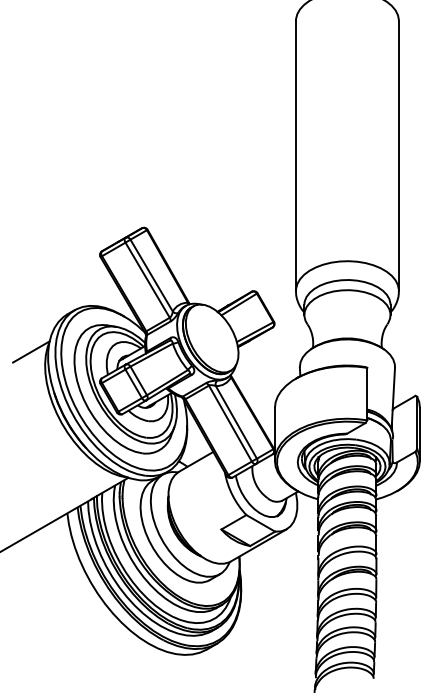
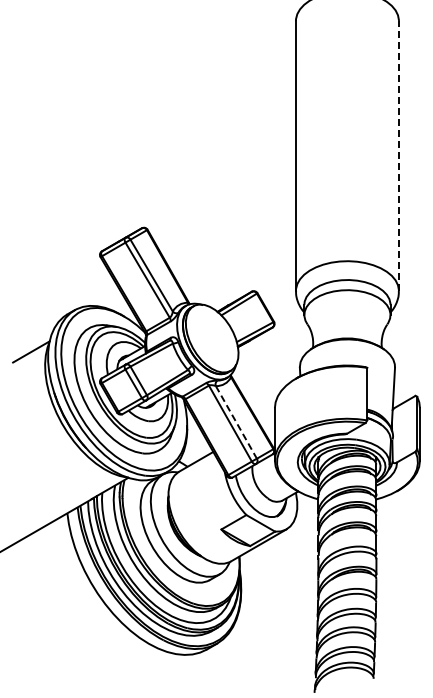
line at (398, 155): solid -> dashed
line at (236, 422): solid -> dashed
